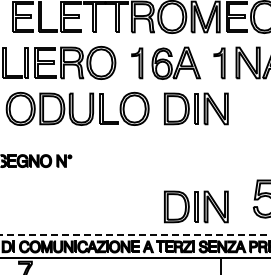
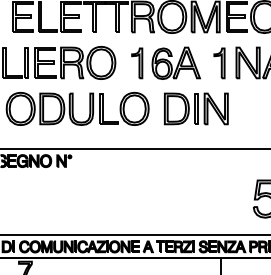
line at (134, 148): none -> present
part at (196, 206): present -> none
line at (135, 235): dashed -> solid
